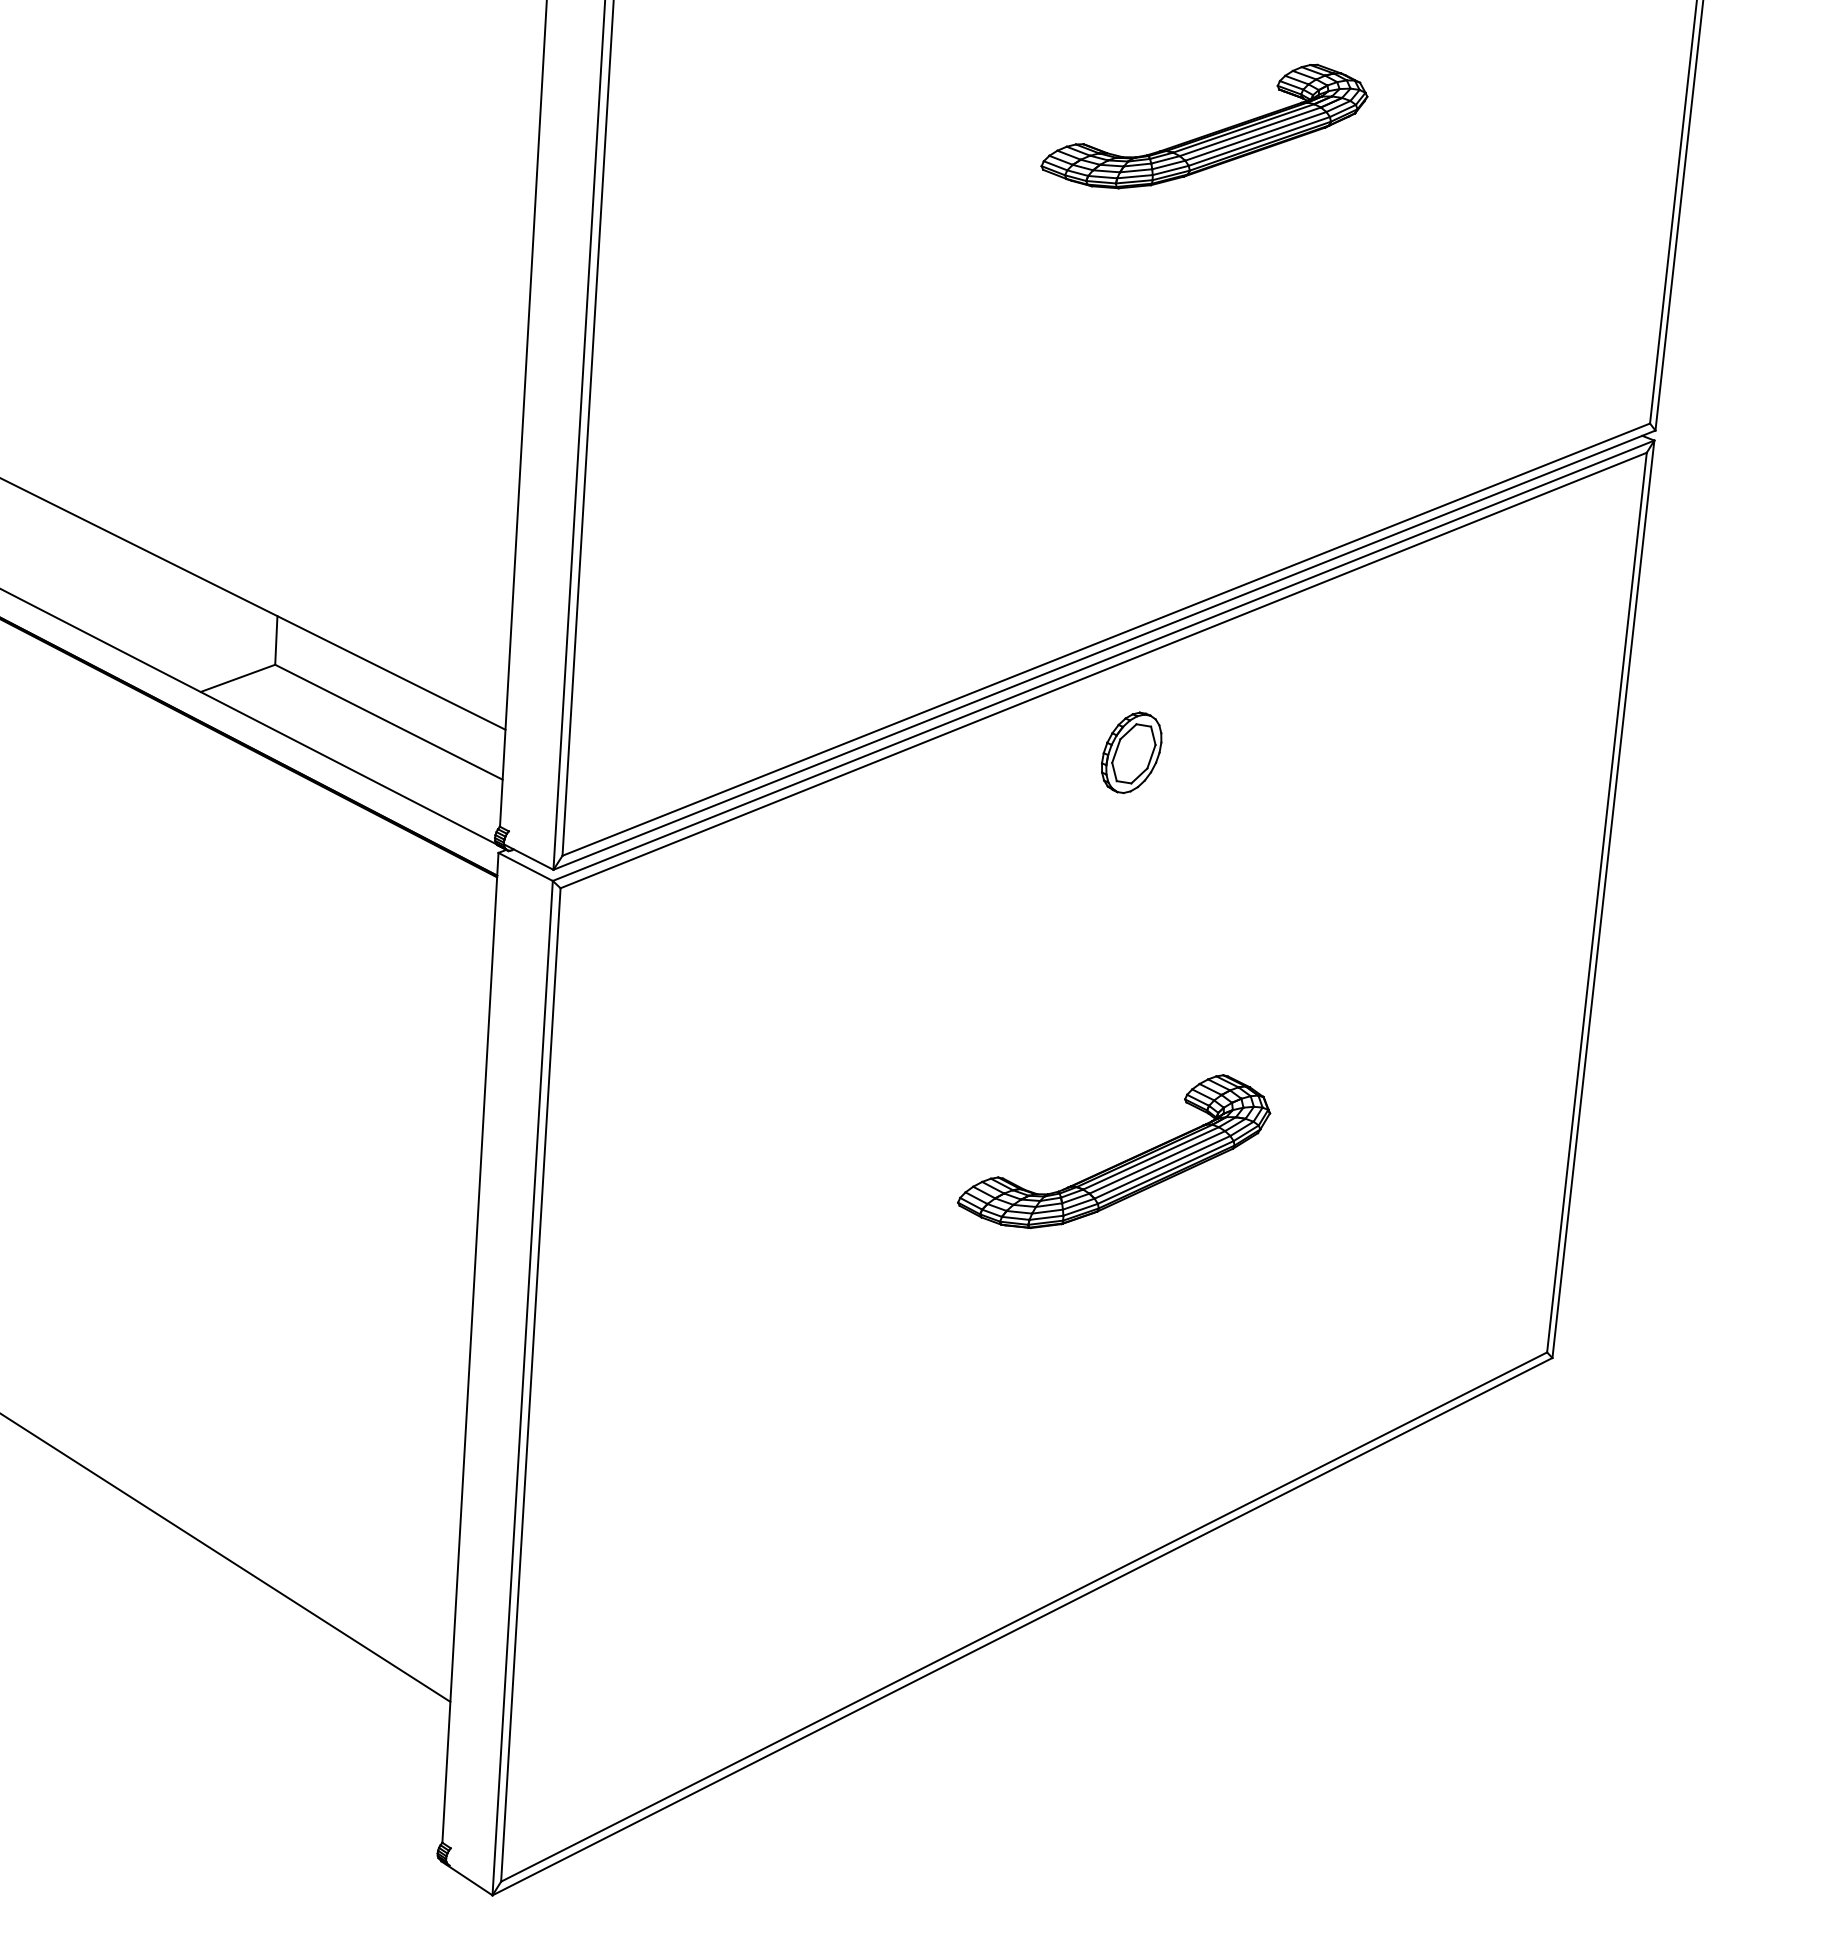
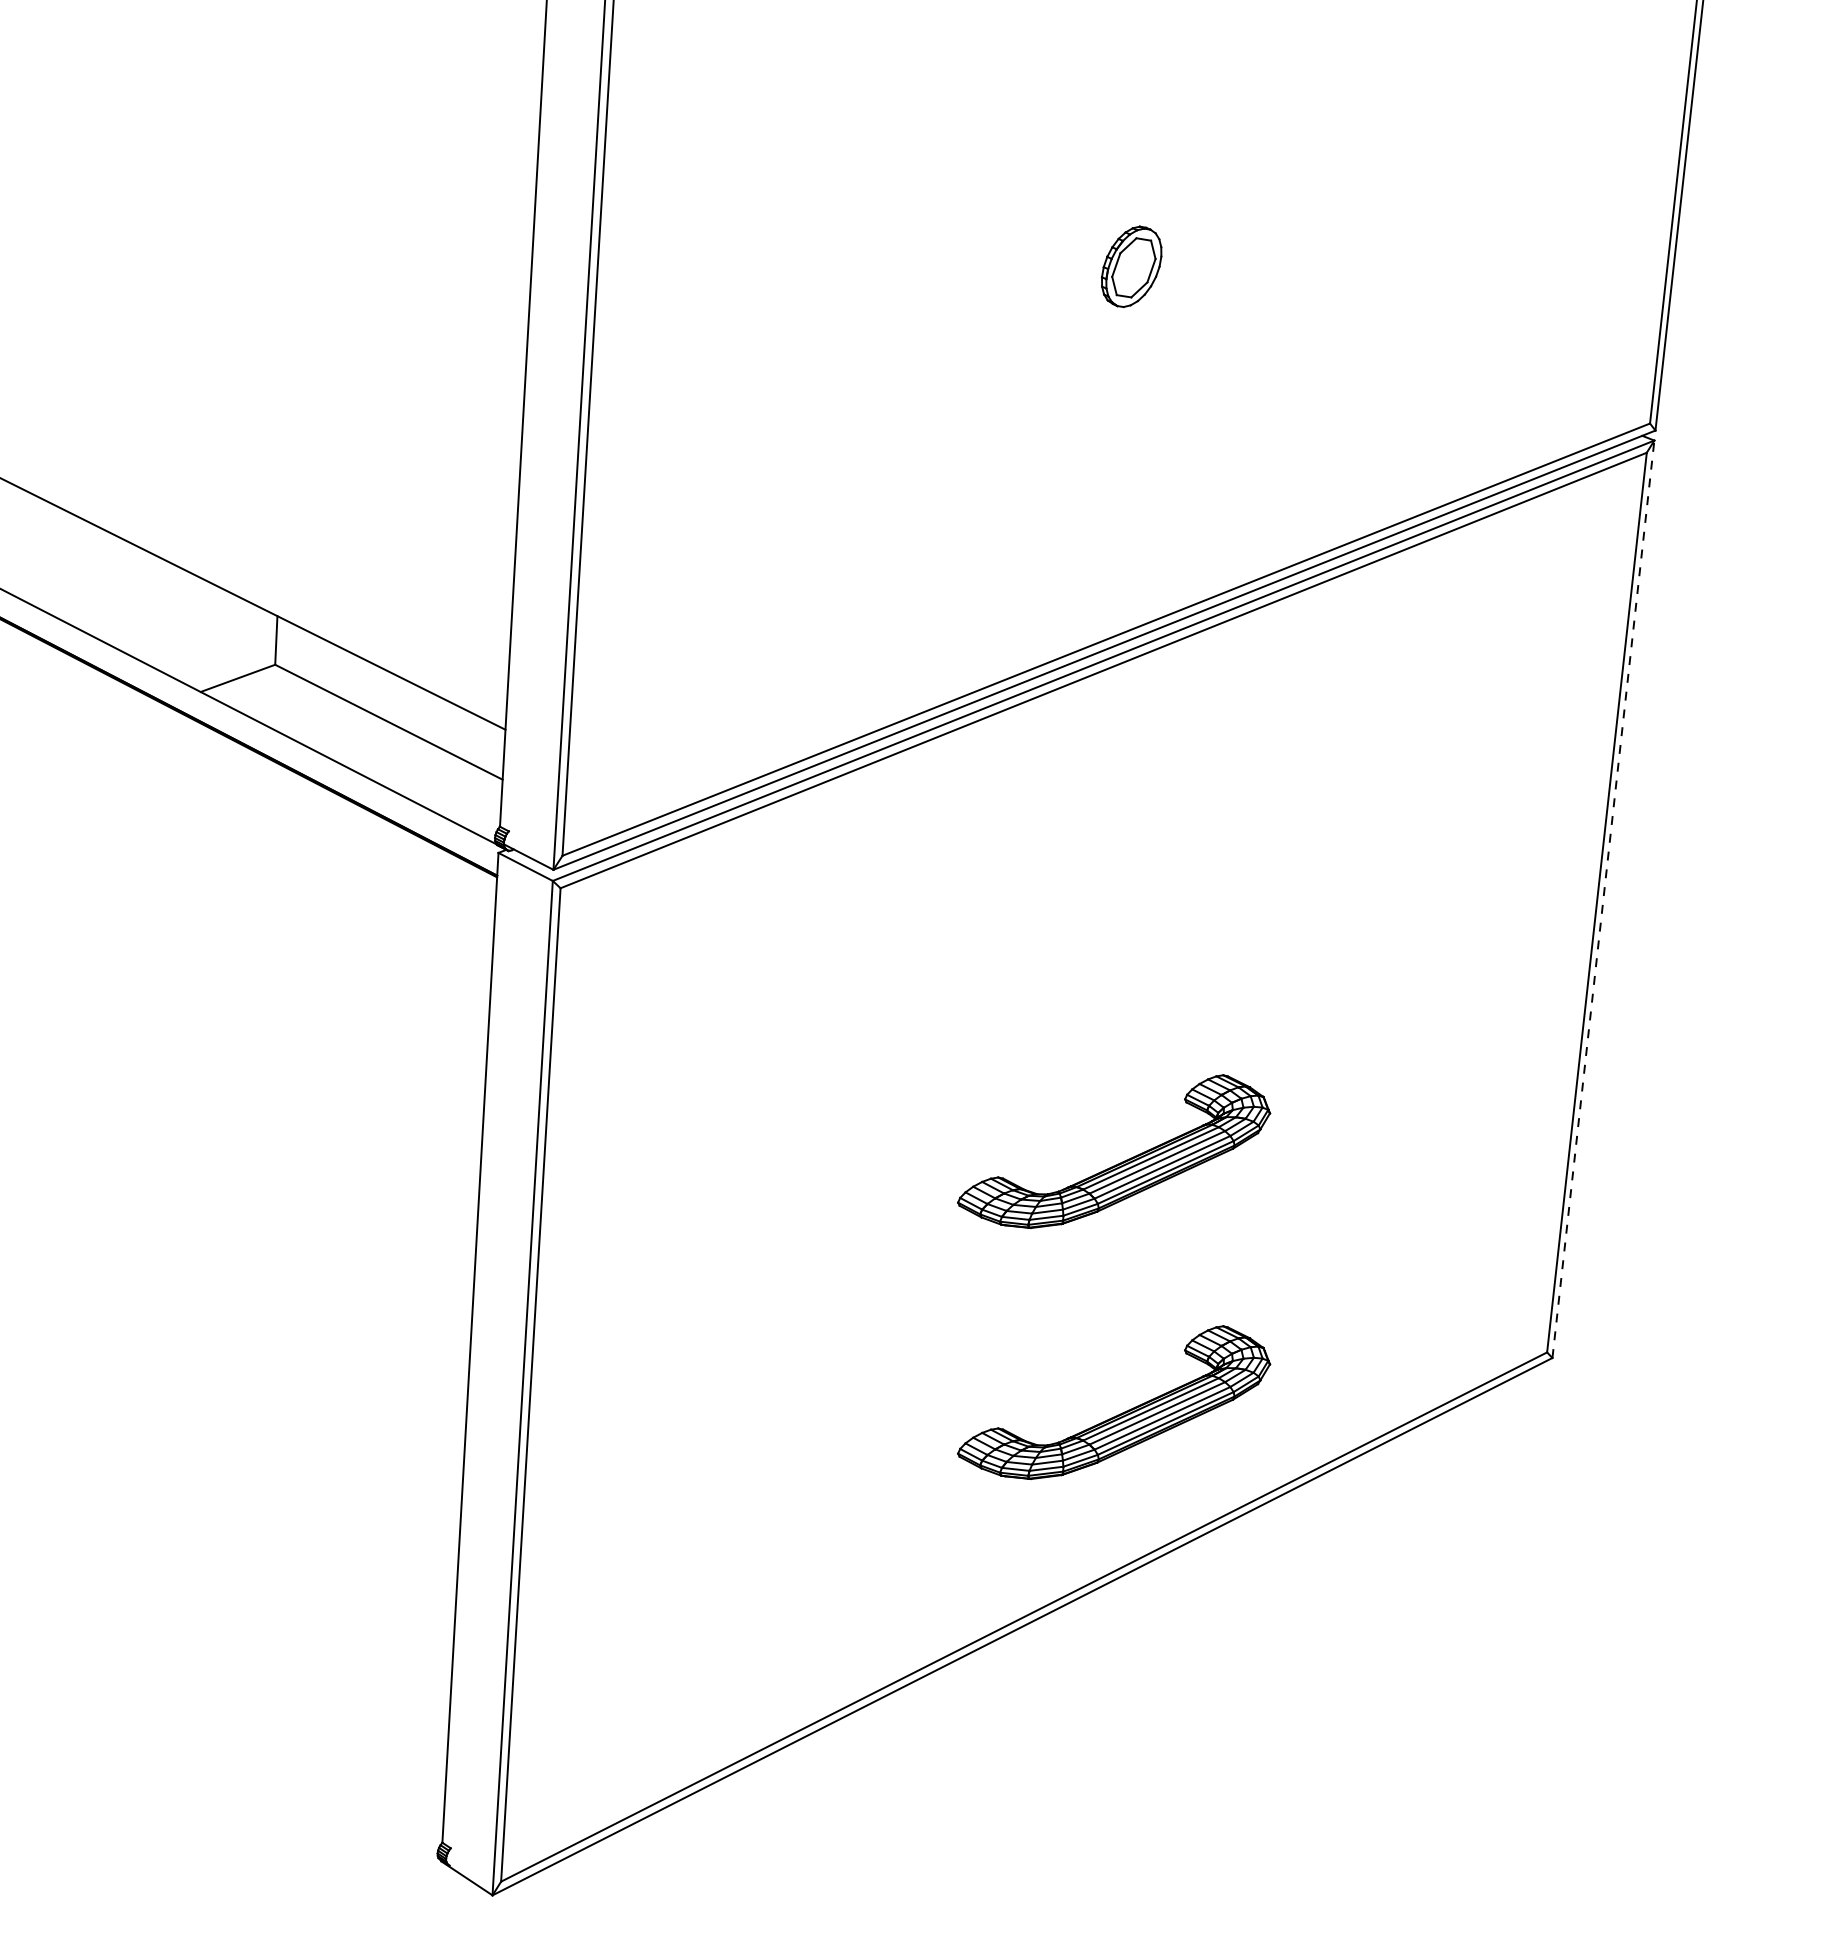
part at (1208, 133): present -> none
part at (1131, 752) position: (1131, 752) -> (1131, 266)
line at (1603, 899): solid -> dashed
part at (1120, 1413): none -> present
line at (226, 1557): present -> none
